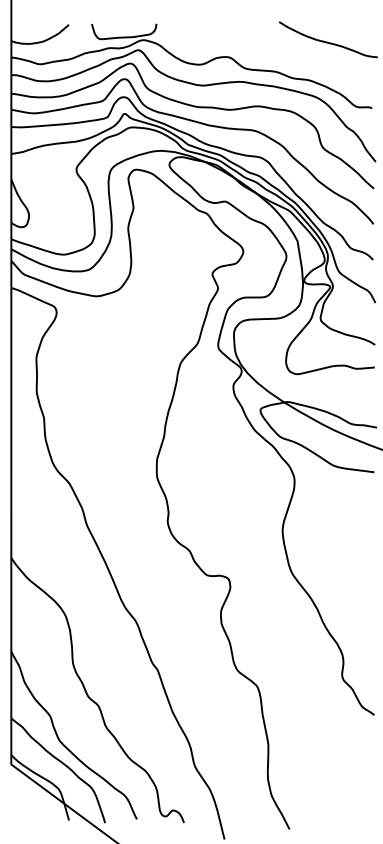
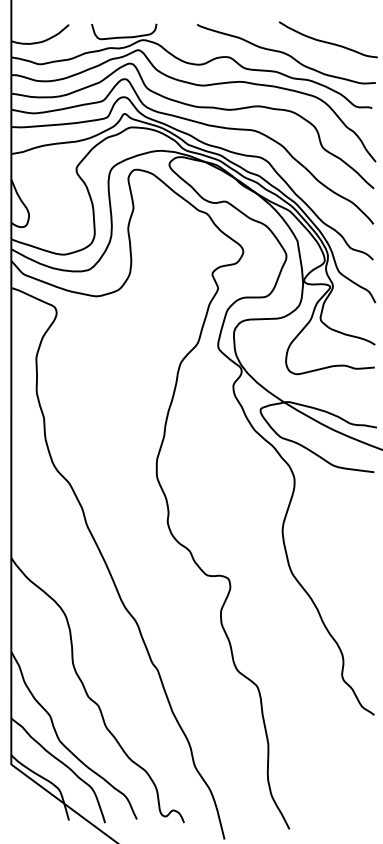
curve at (286, 54): none -> present
